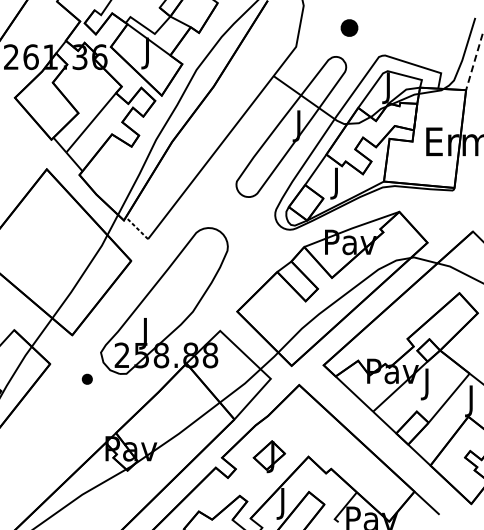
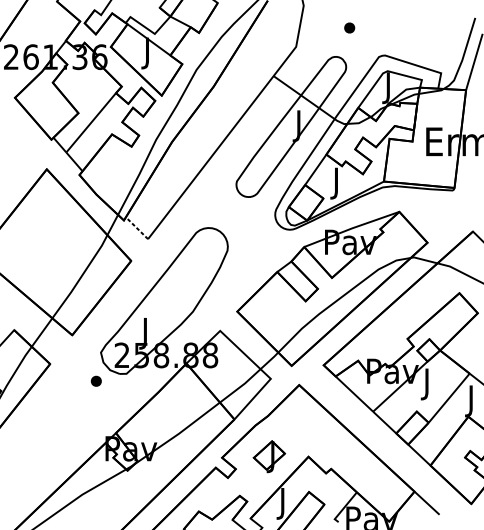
part at (349, 27) size: 19x18 px -> 12x12 px
line at (474, 62): dashed -> solid
part at (86, 378) position: (86, 378) -> (95, 380)
